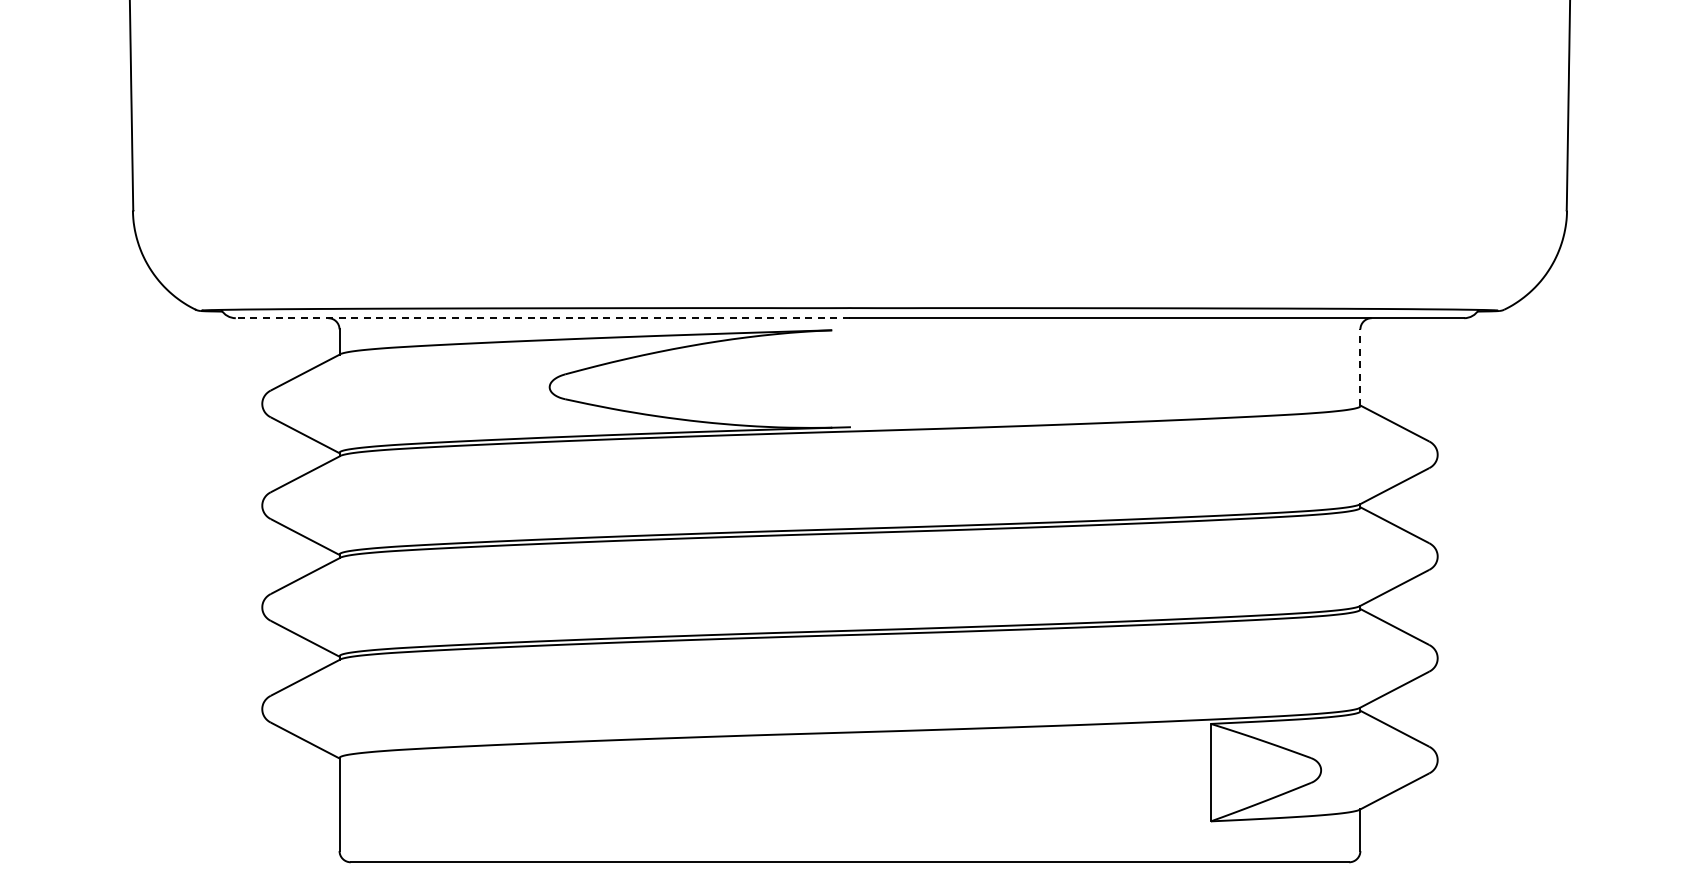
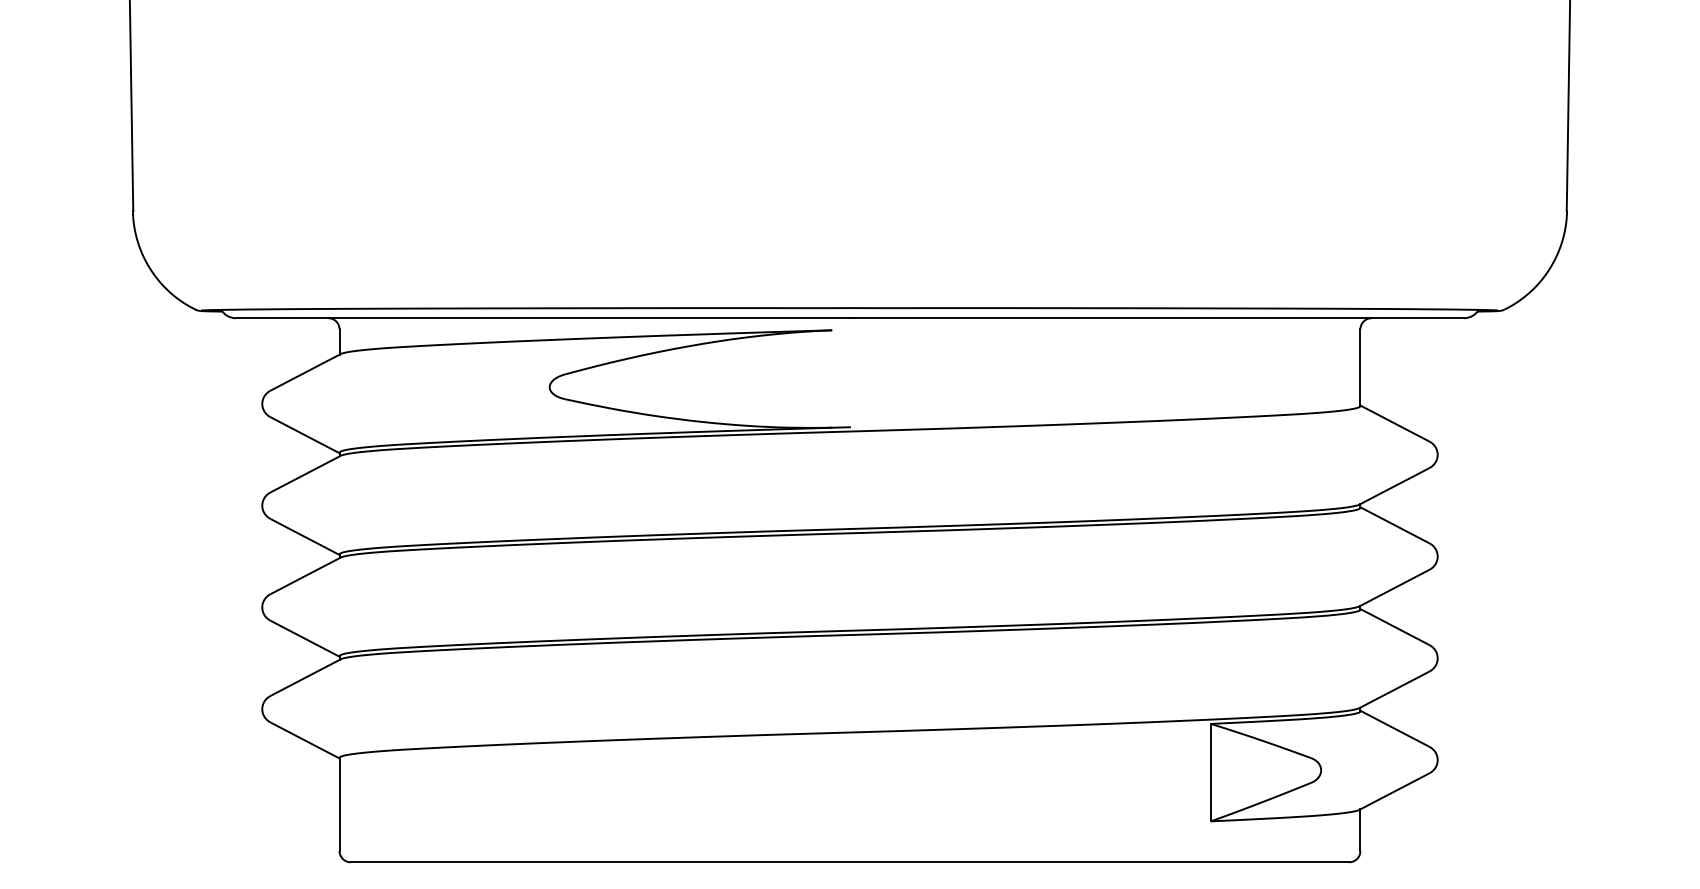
line at (542, 318): dashed -> solid
line at (1360, 367): dashed -> solid
